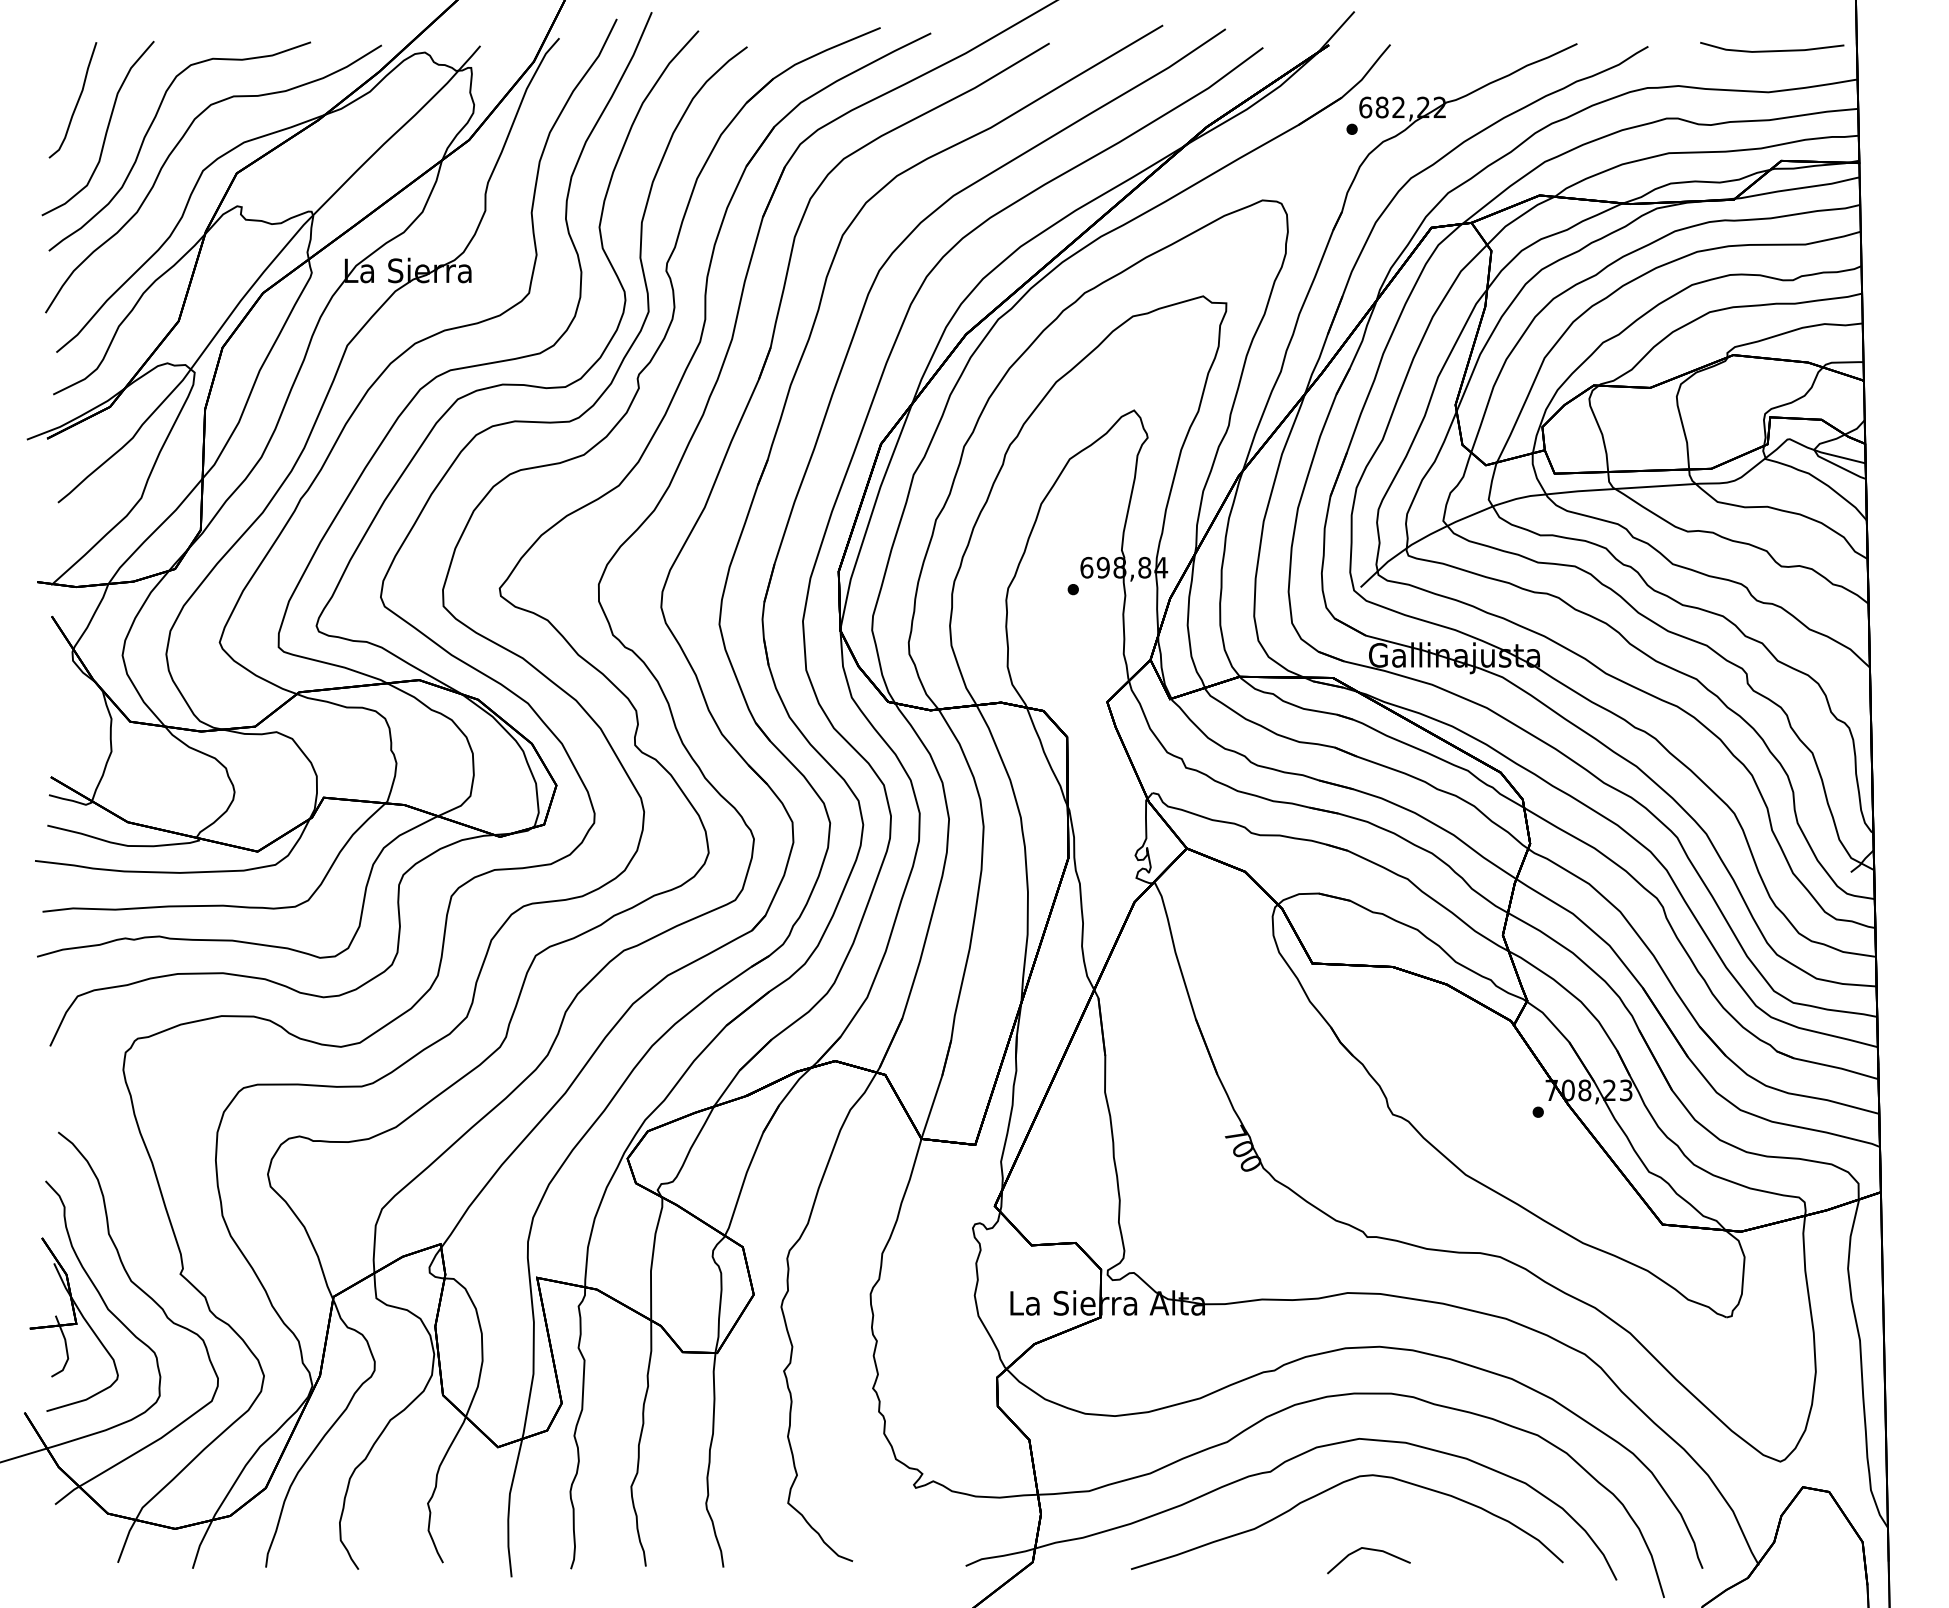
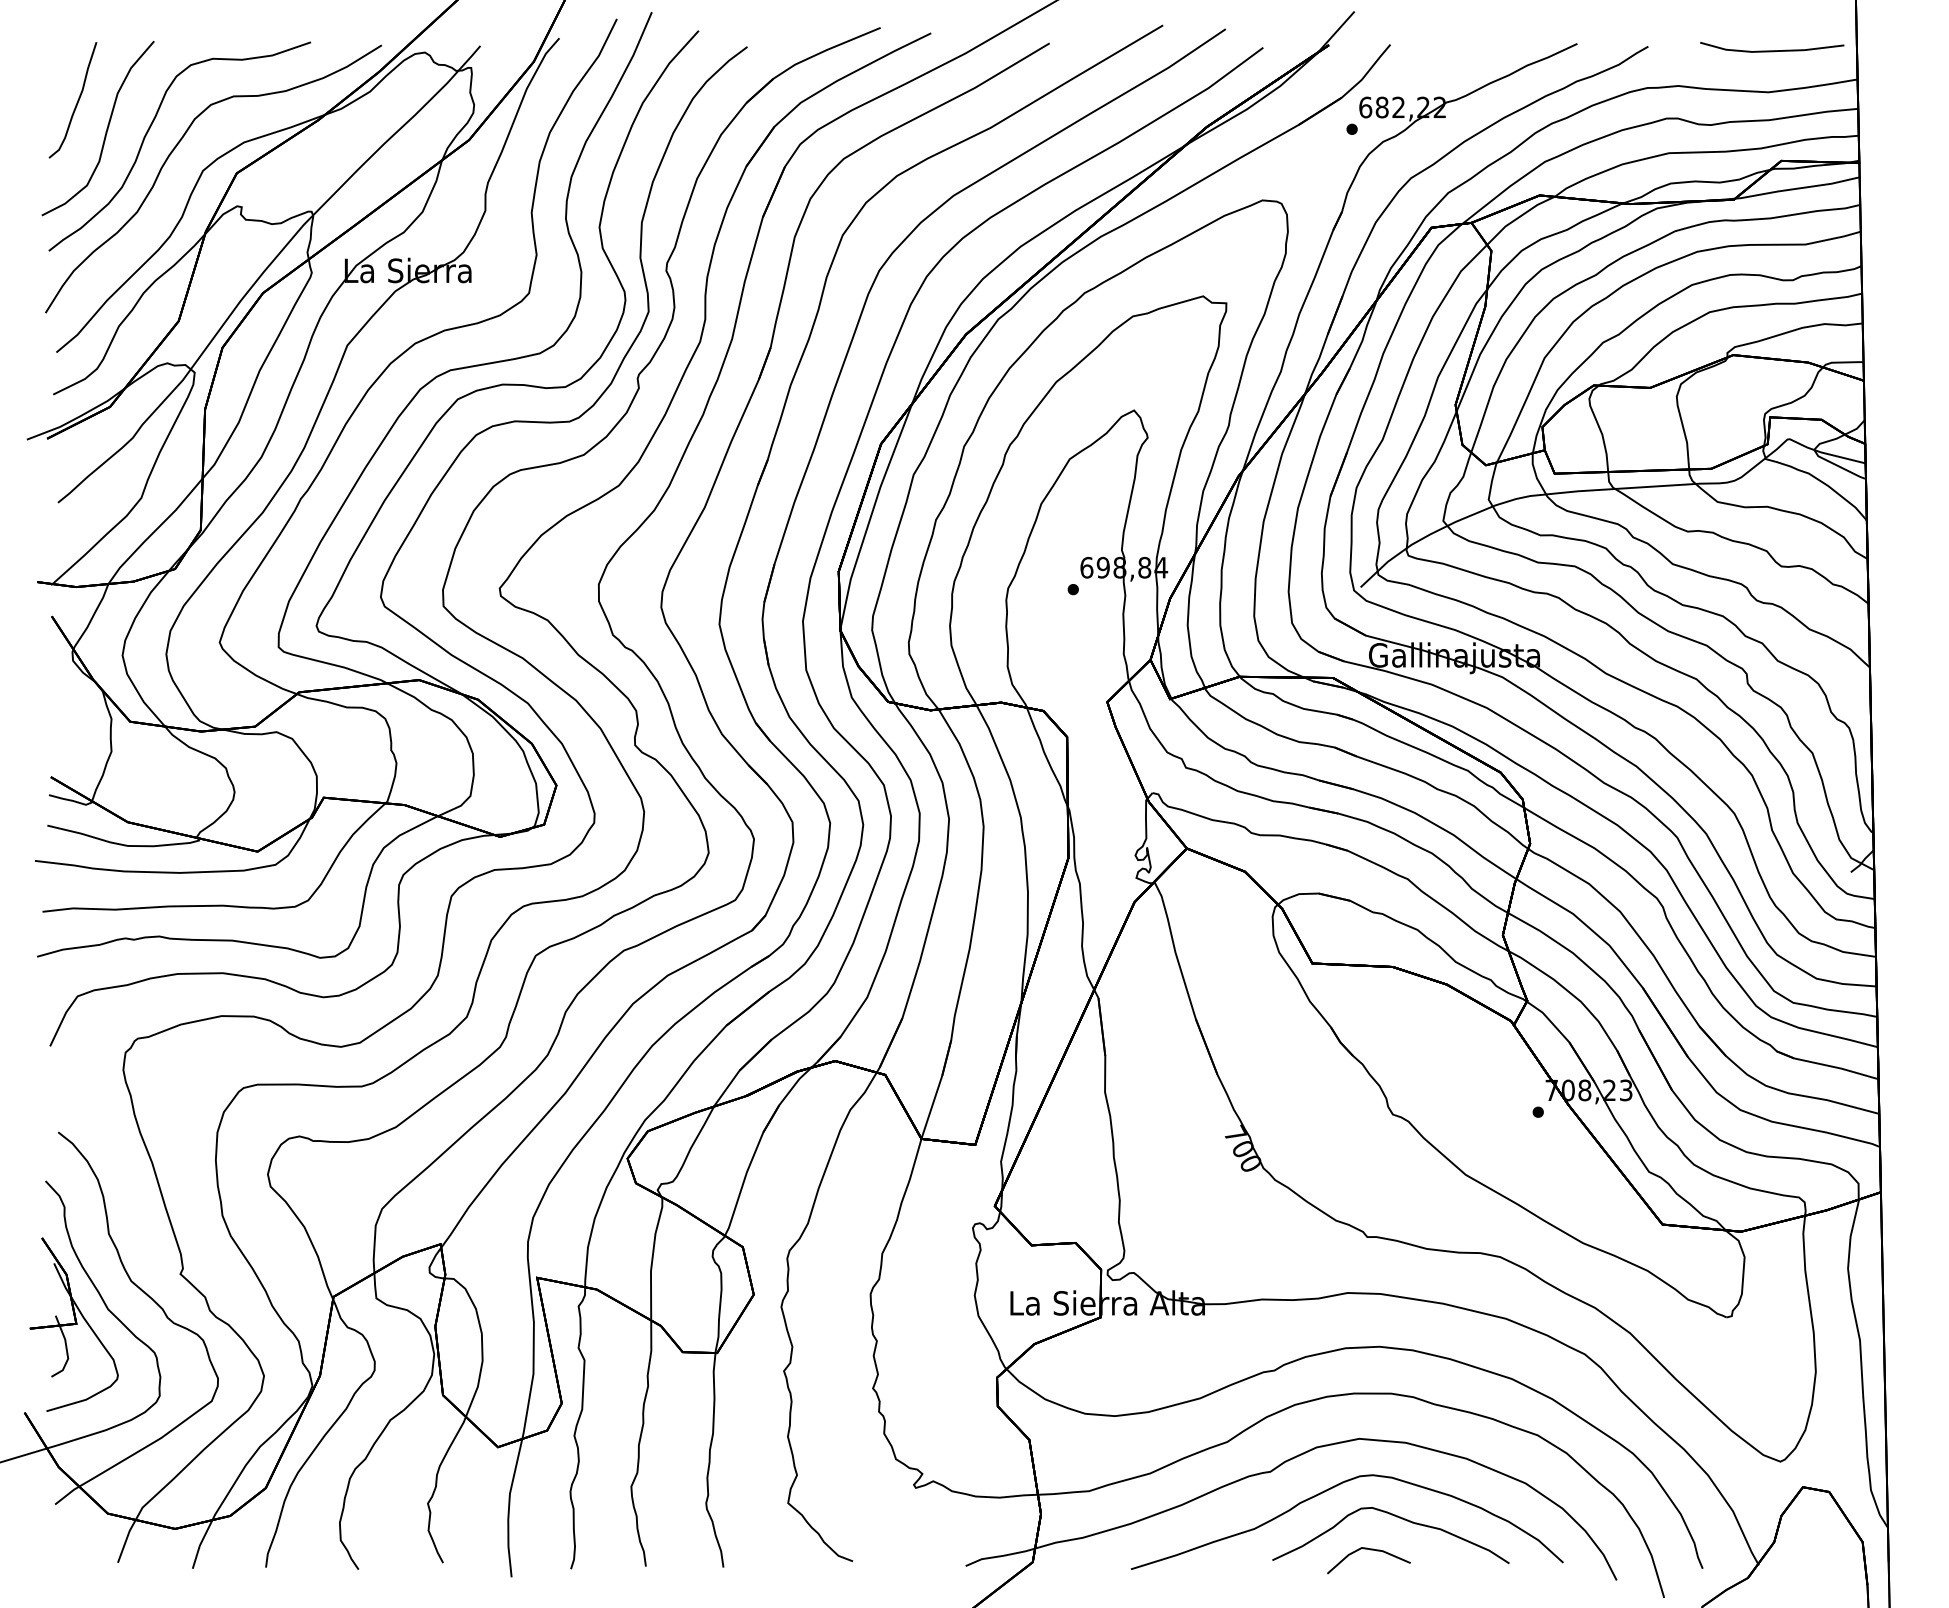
part at (1396, 1517): none -> present
